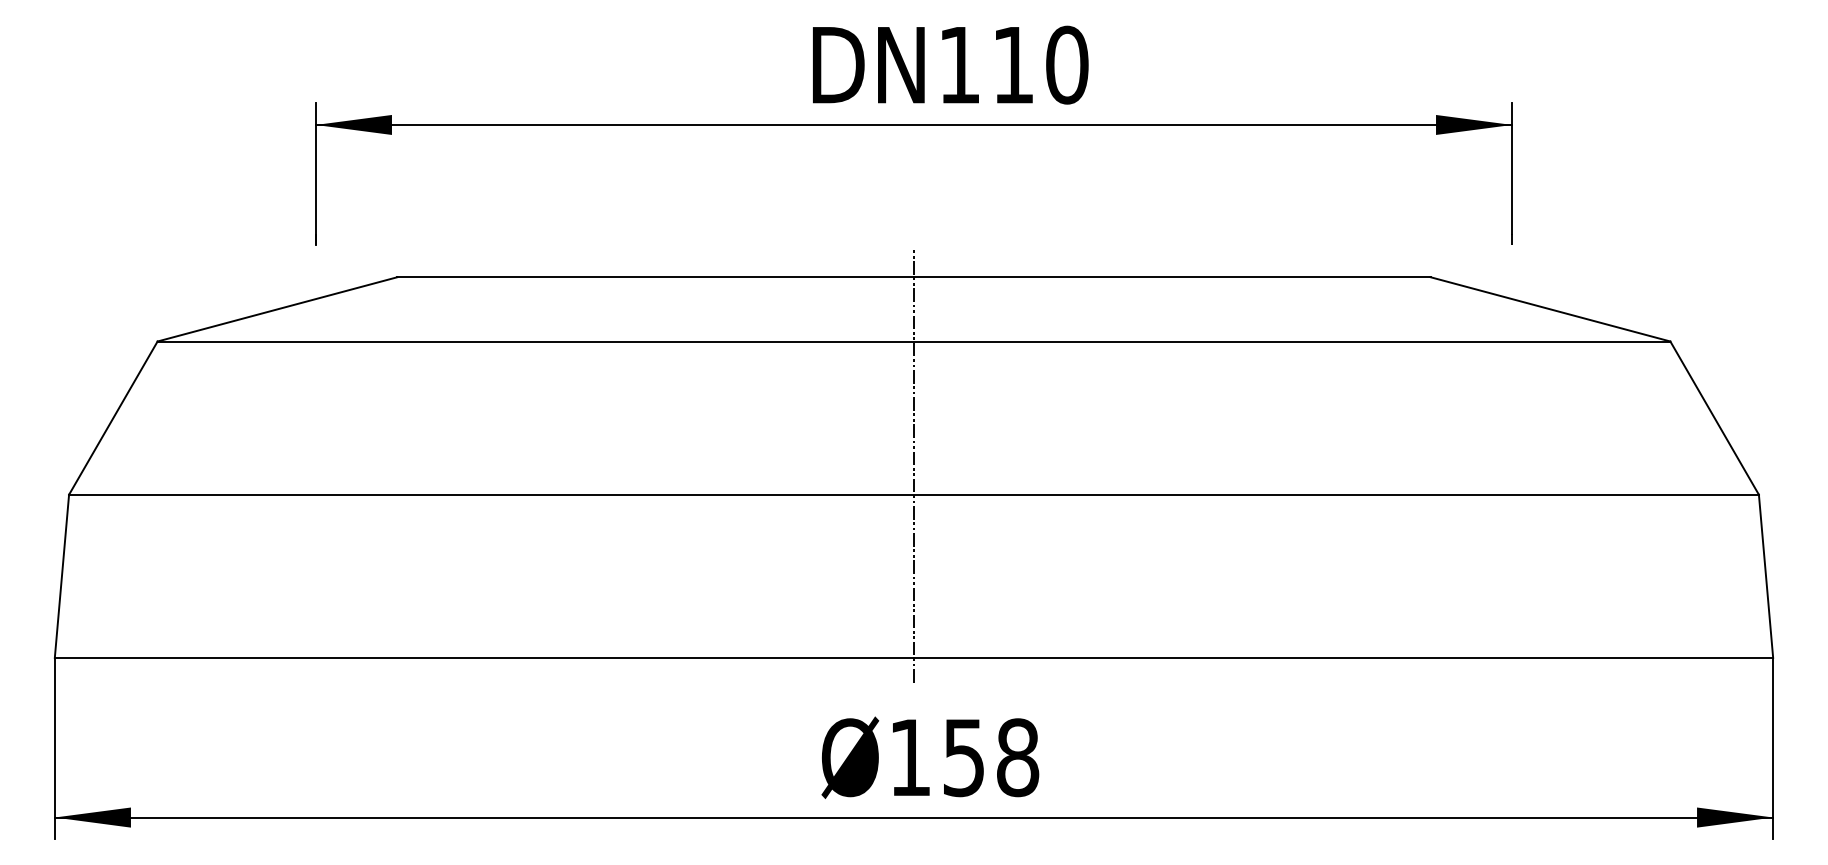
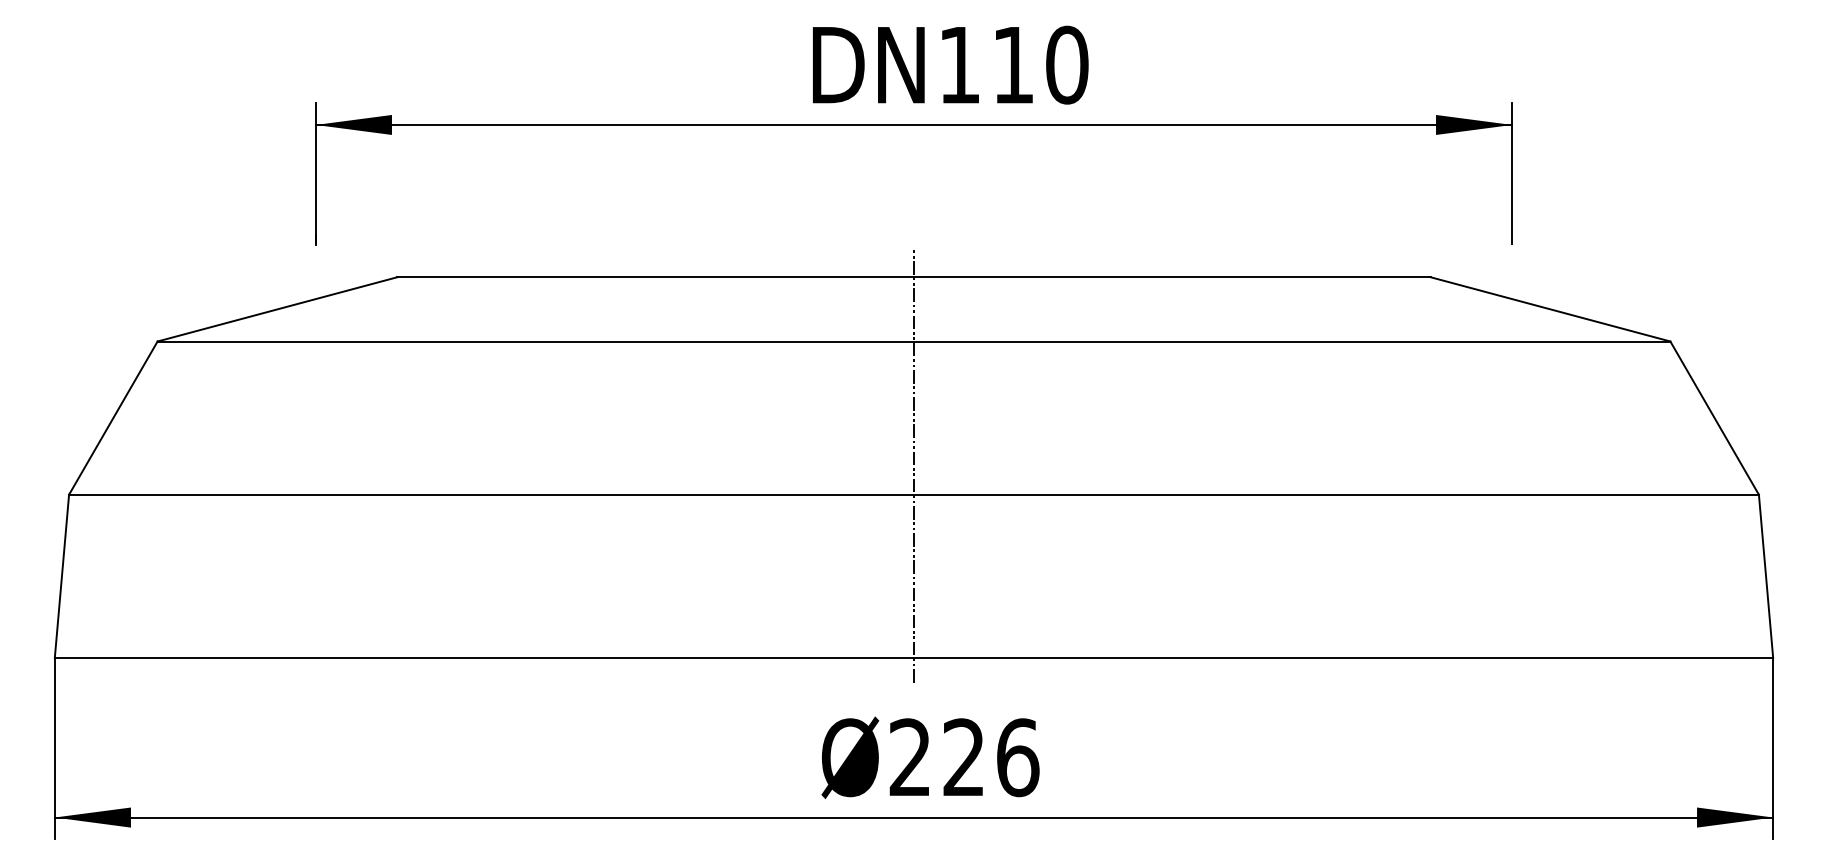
text at (964, 757): 158 -> 226
